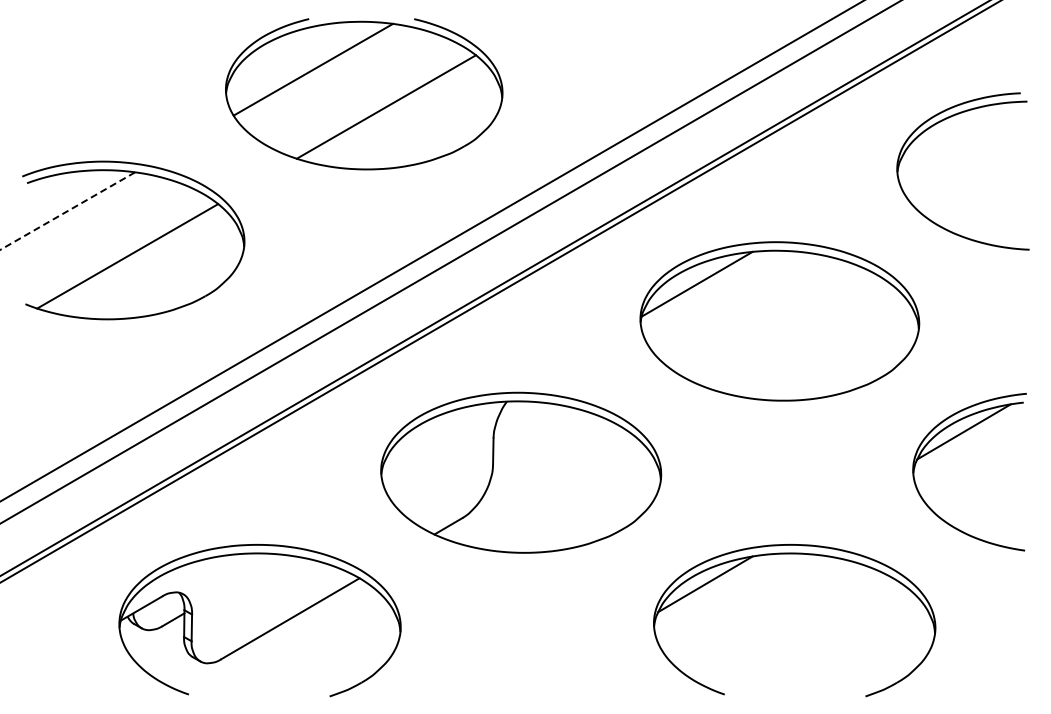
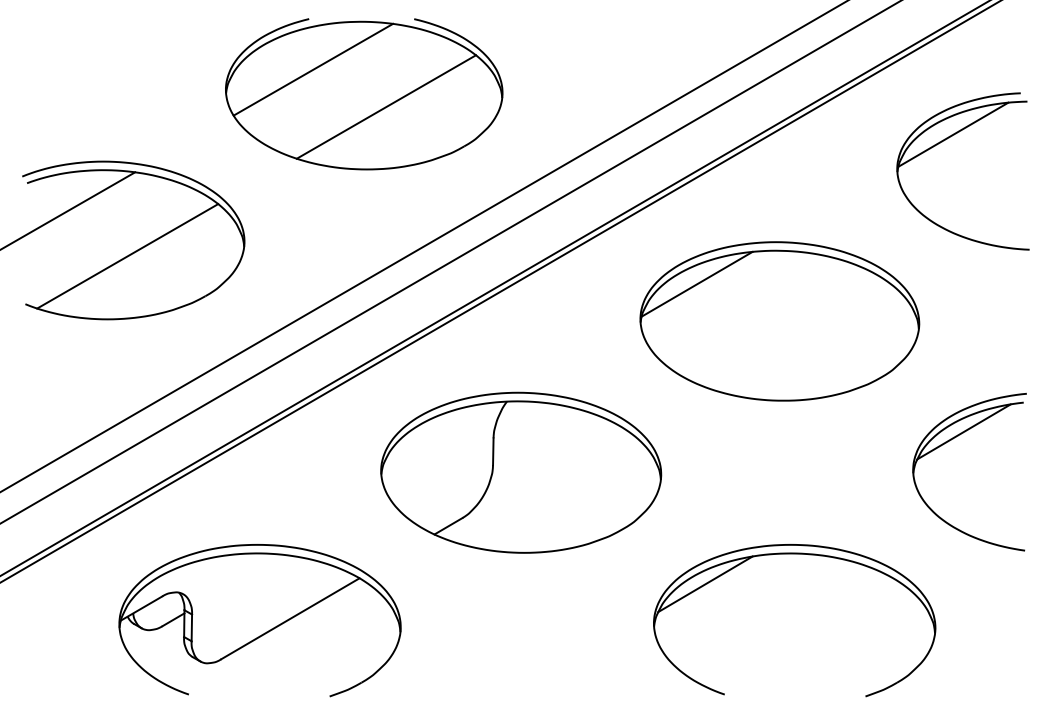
line at (953, 134): none -> present
line at (67, 211): dashed -> solid
line at (431, 251) position: (431, 251) -> (423, 246)
